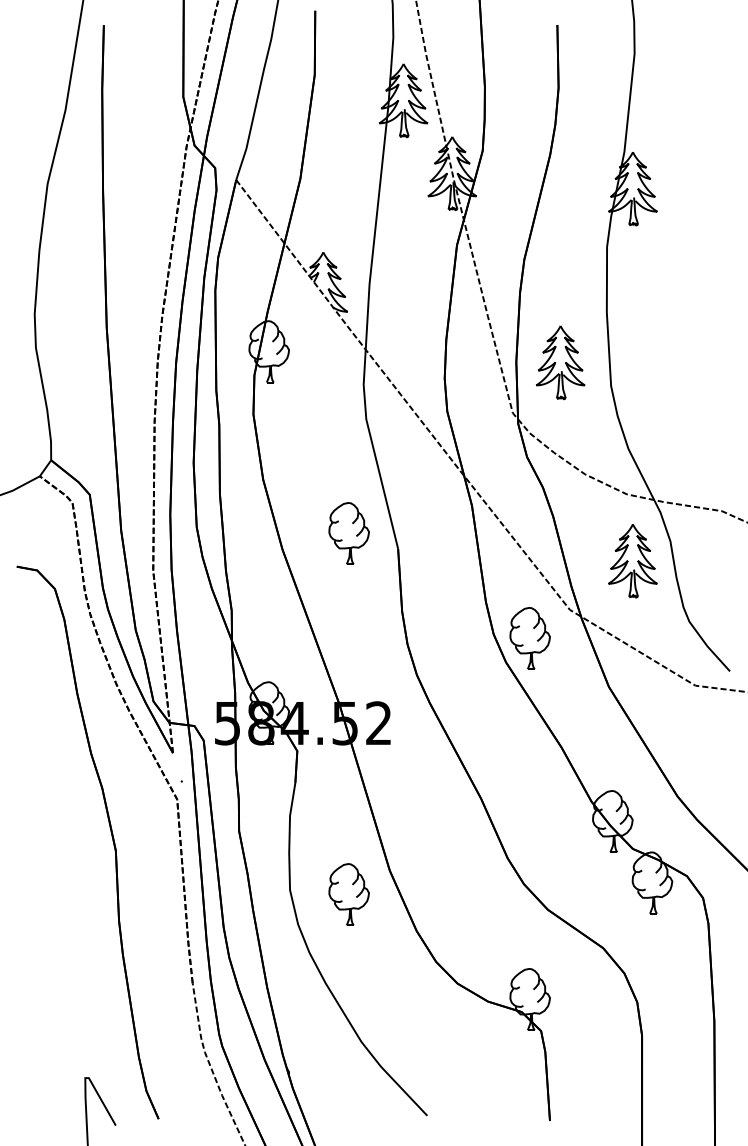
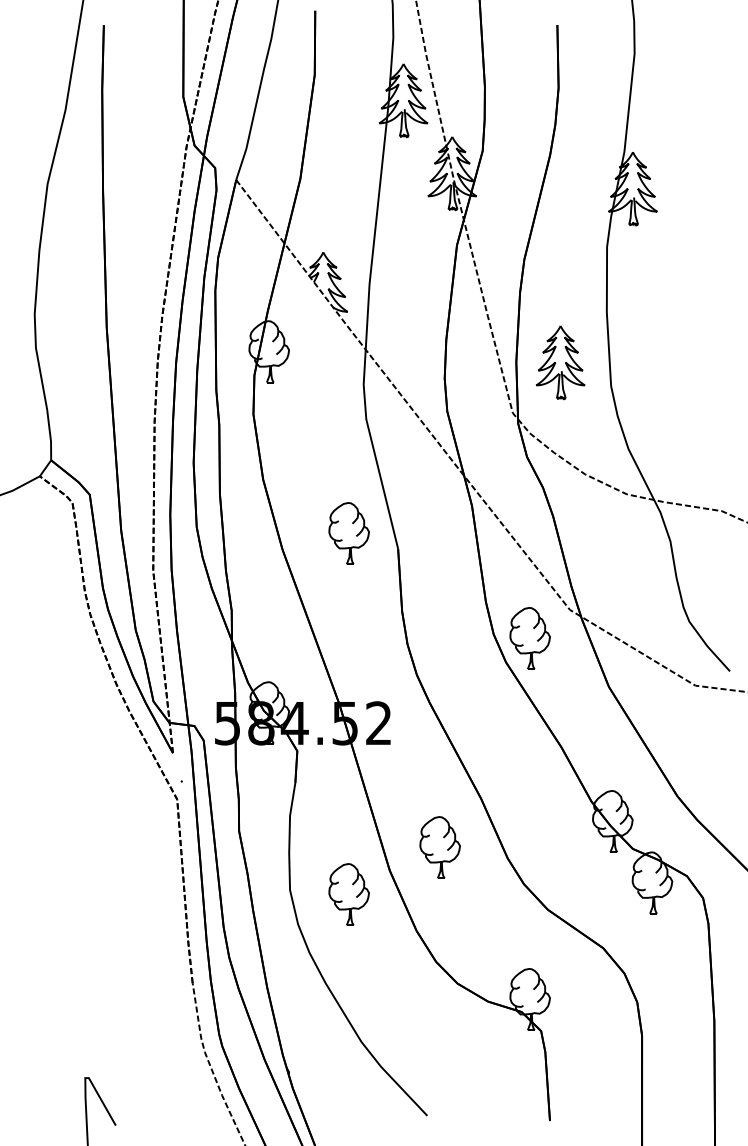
part at (632, 561): present -> none
part at (111, 836): present -> none
part at (439, 847): none -> present
